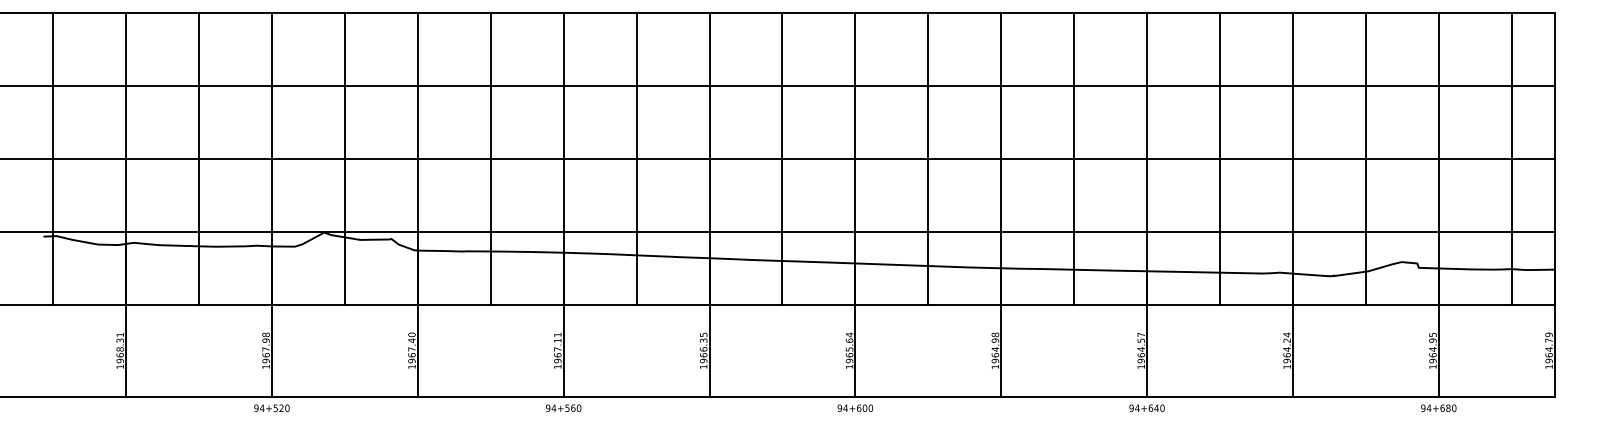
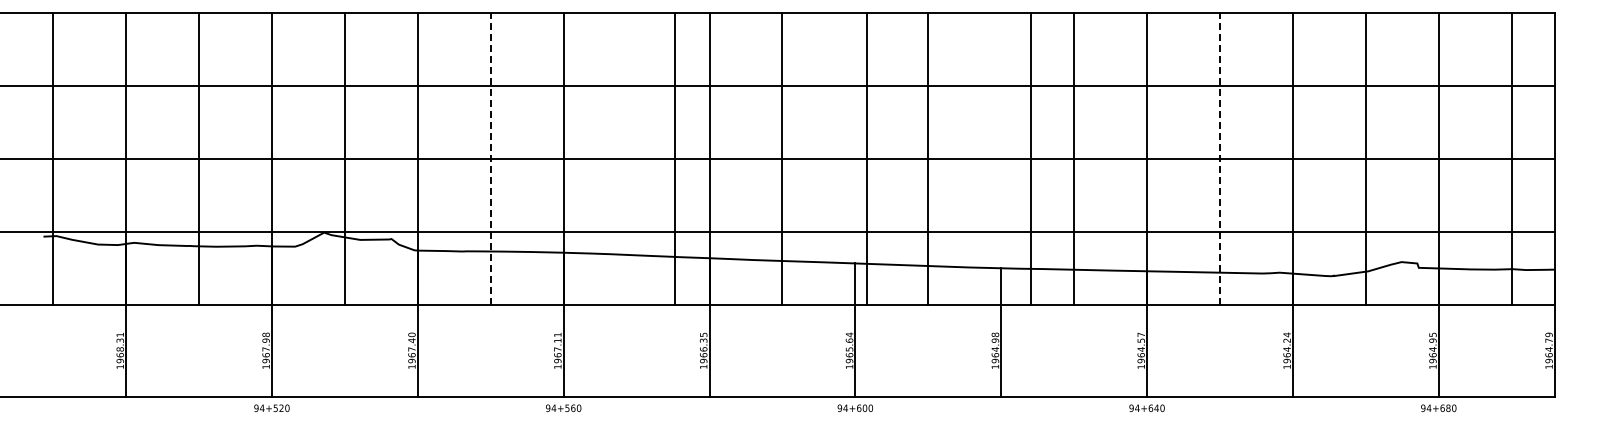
line at (490, 158): solid -> dashed
line at (636, 158) position: (636, 158) -> (674, 158)
line at (855, 158) position: (855, 158) -> (867, 158)
line at (1001, 158) position: (1001, 158) -> (1031, 158)
line at (1220, 158): solid -> dashed
